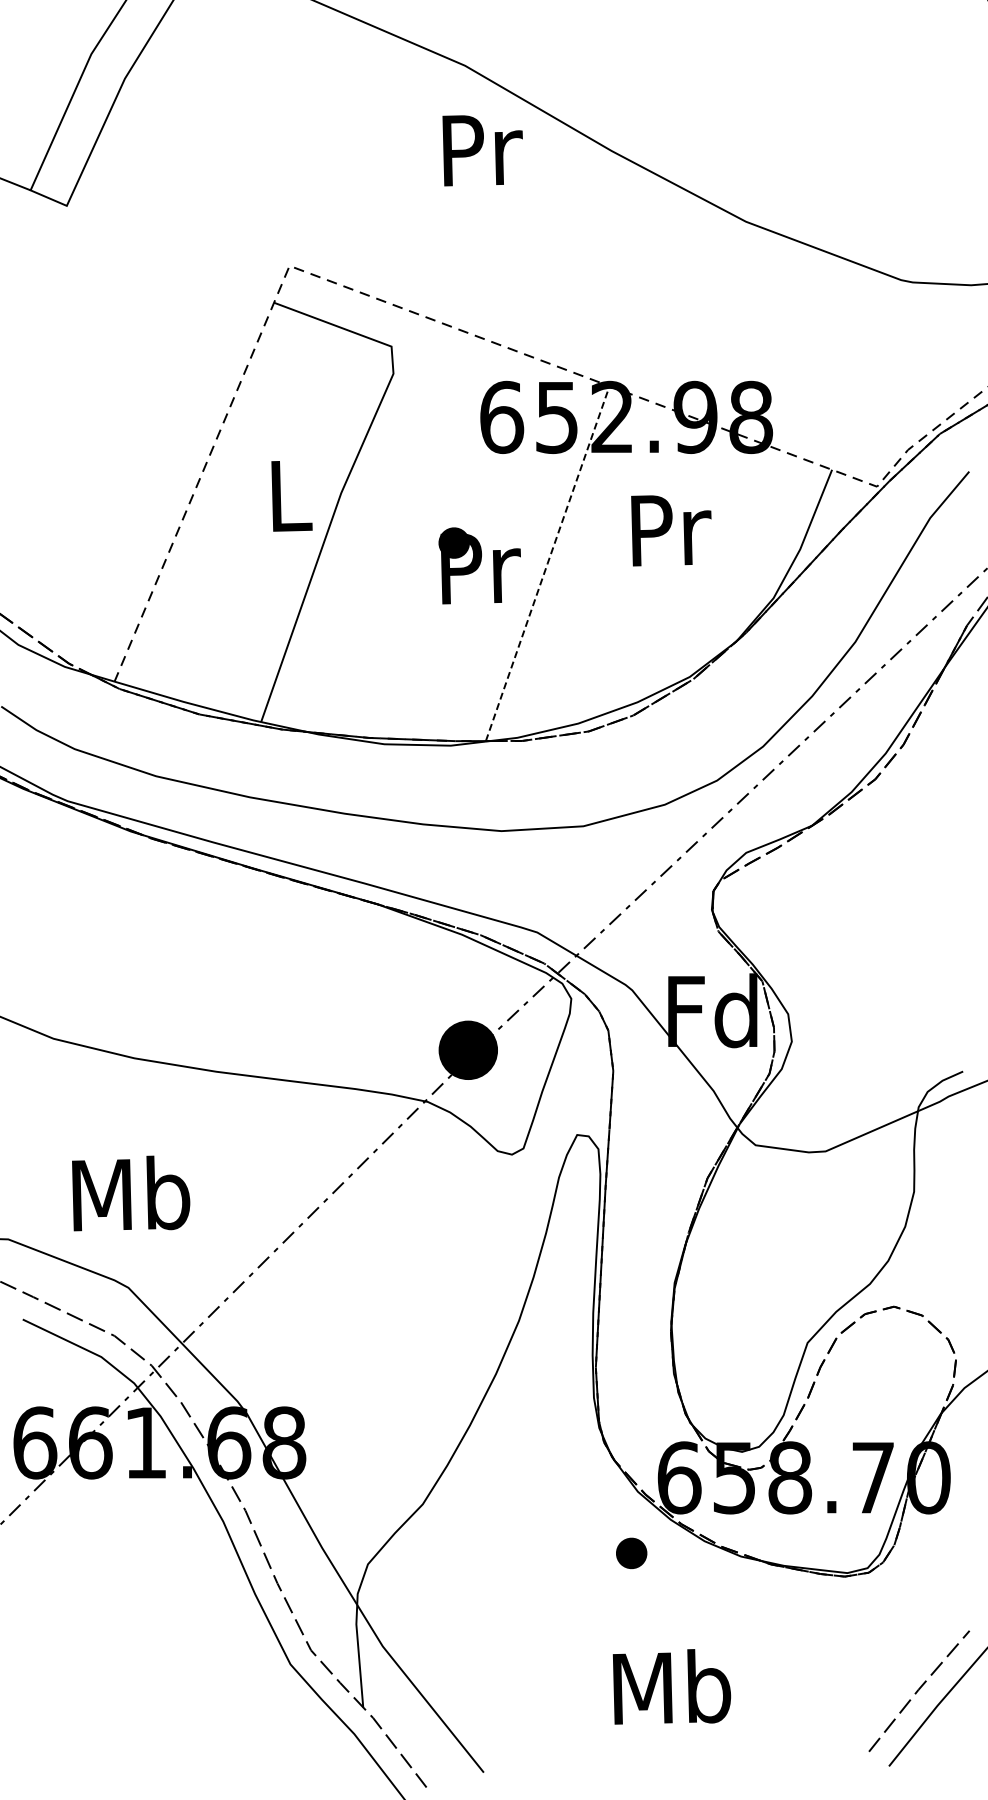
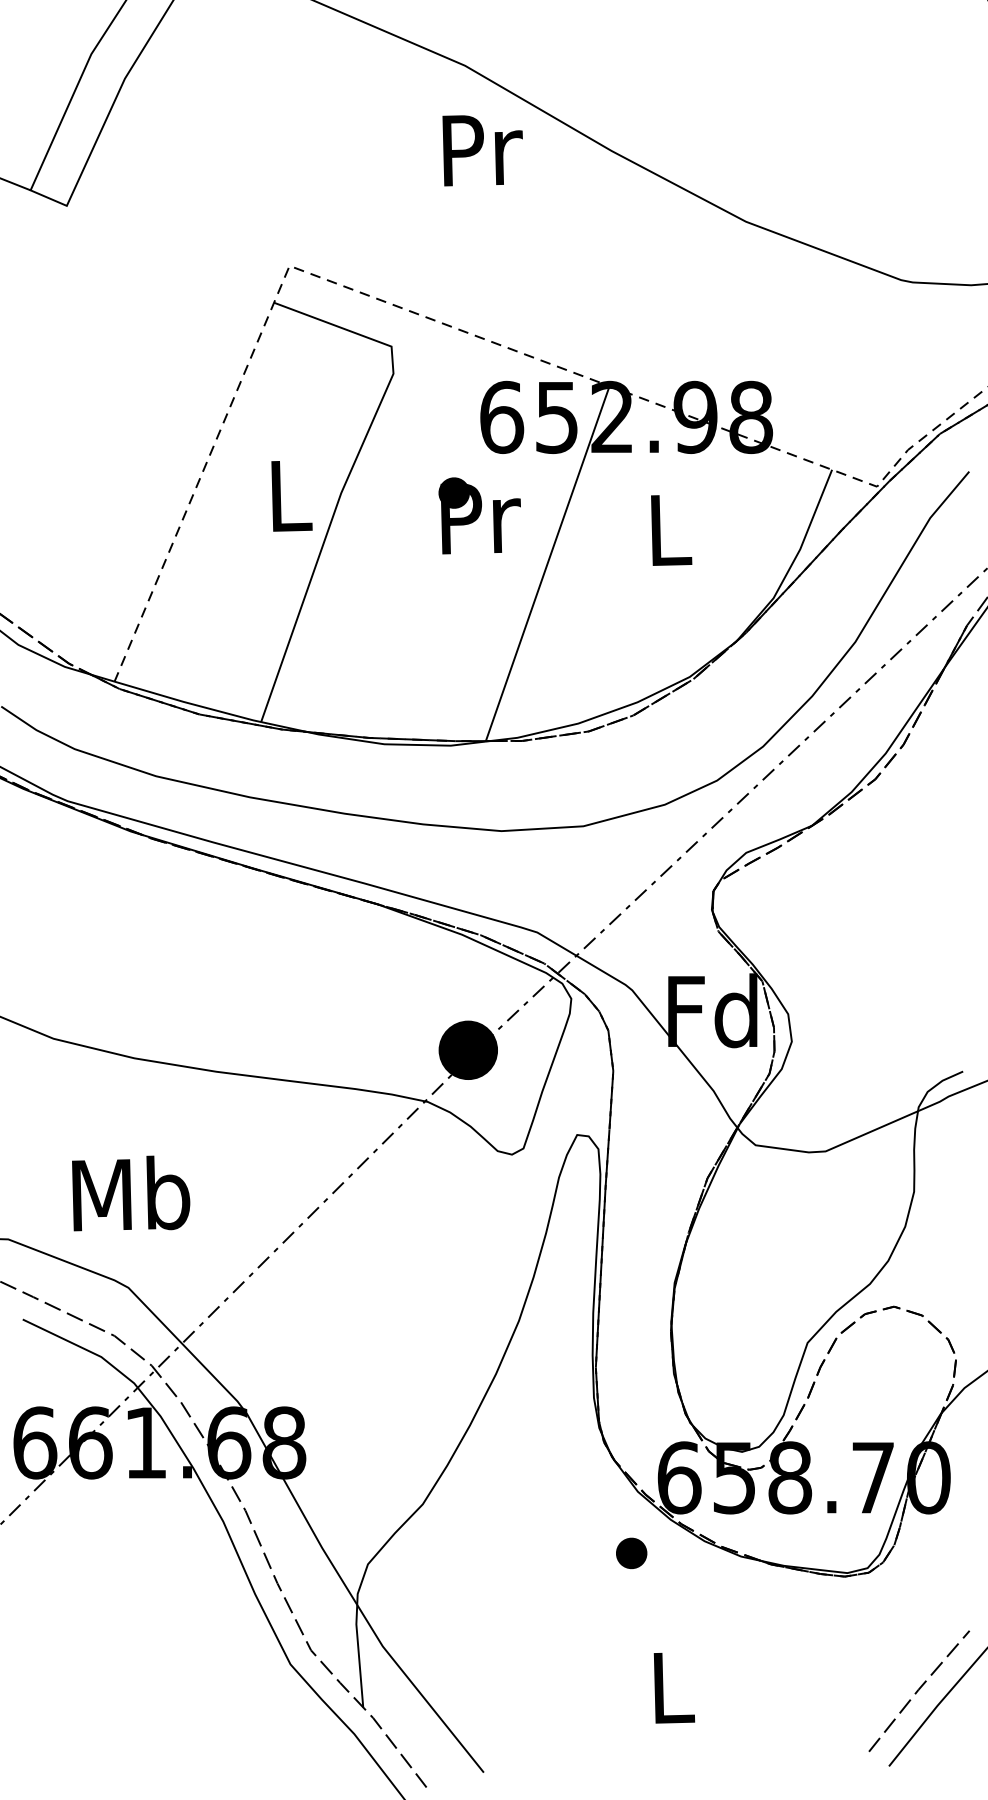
text at (671, 530): Pr -> L
line at (547, 563): dashed -> solid
text at (479, 565) position: (479, 565) -> (479, 515)
text at (671, 1686): Mb -> L
